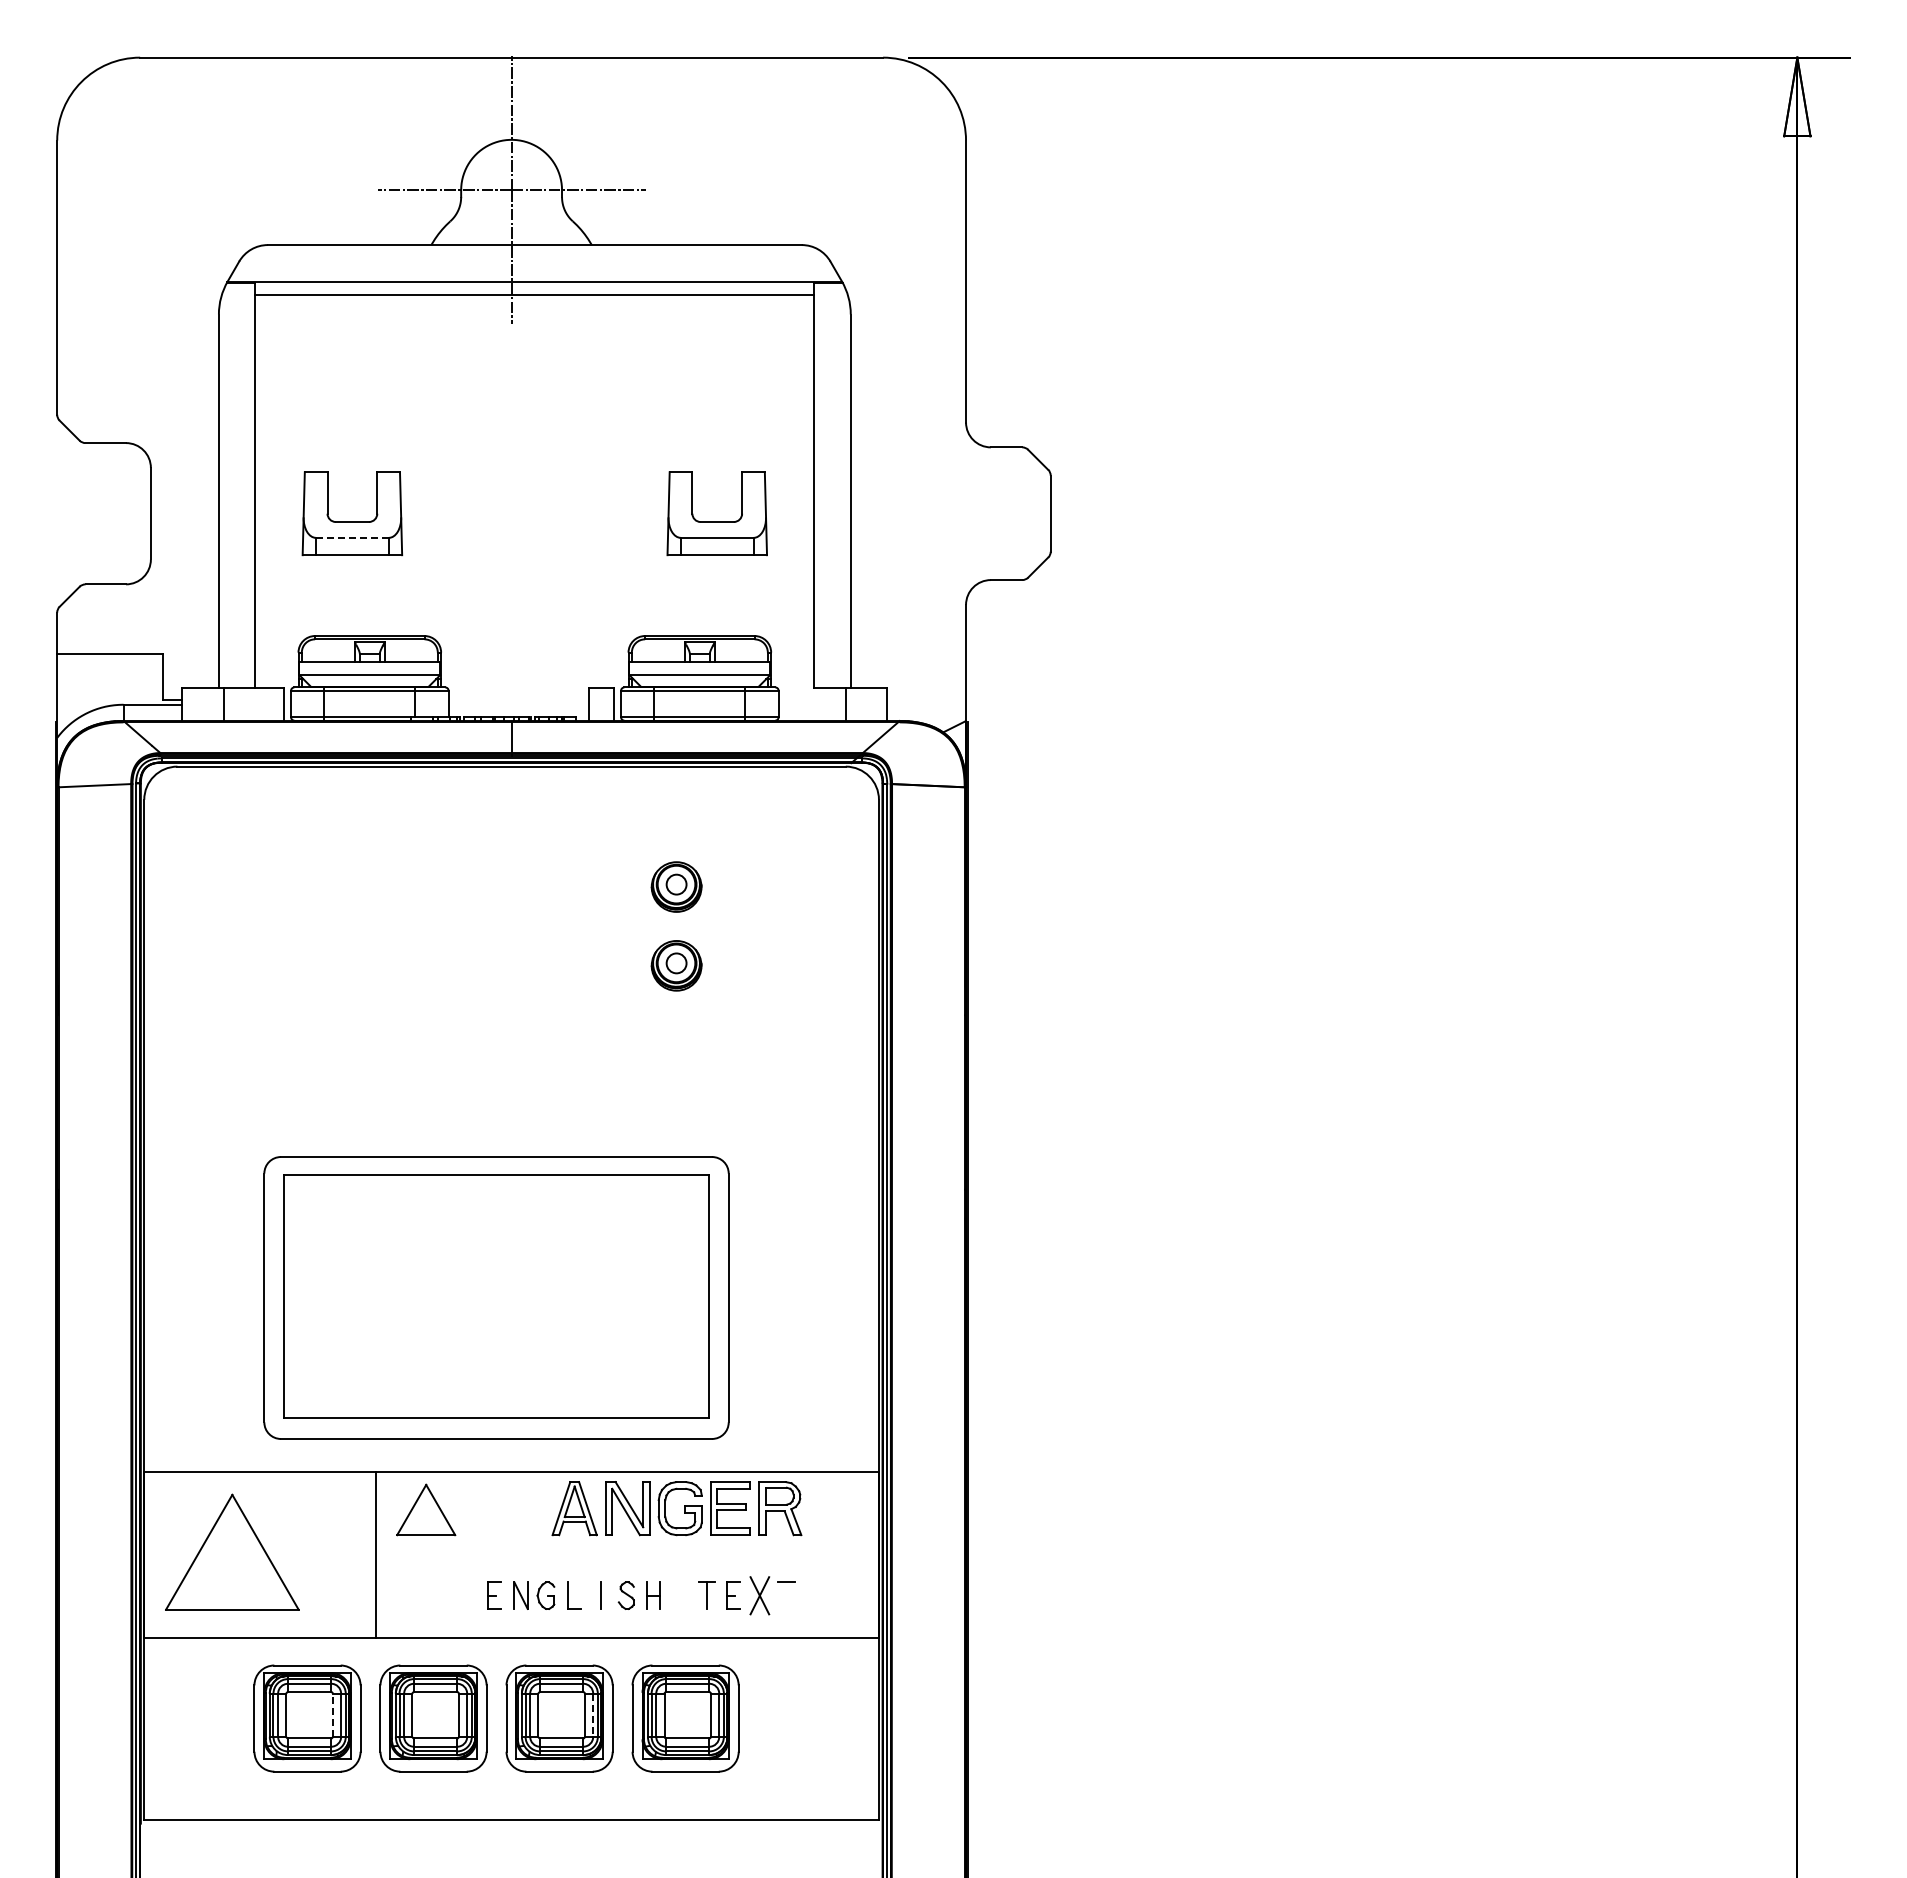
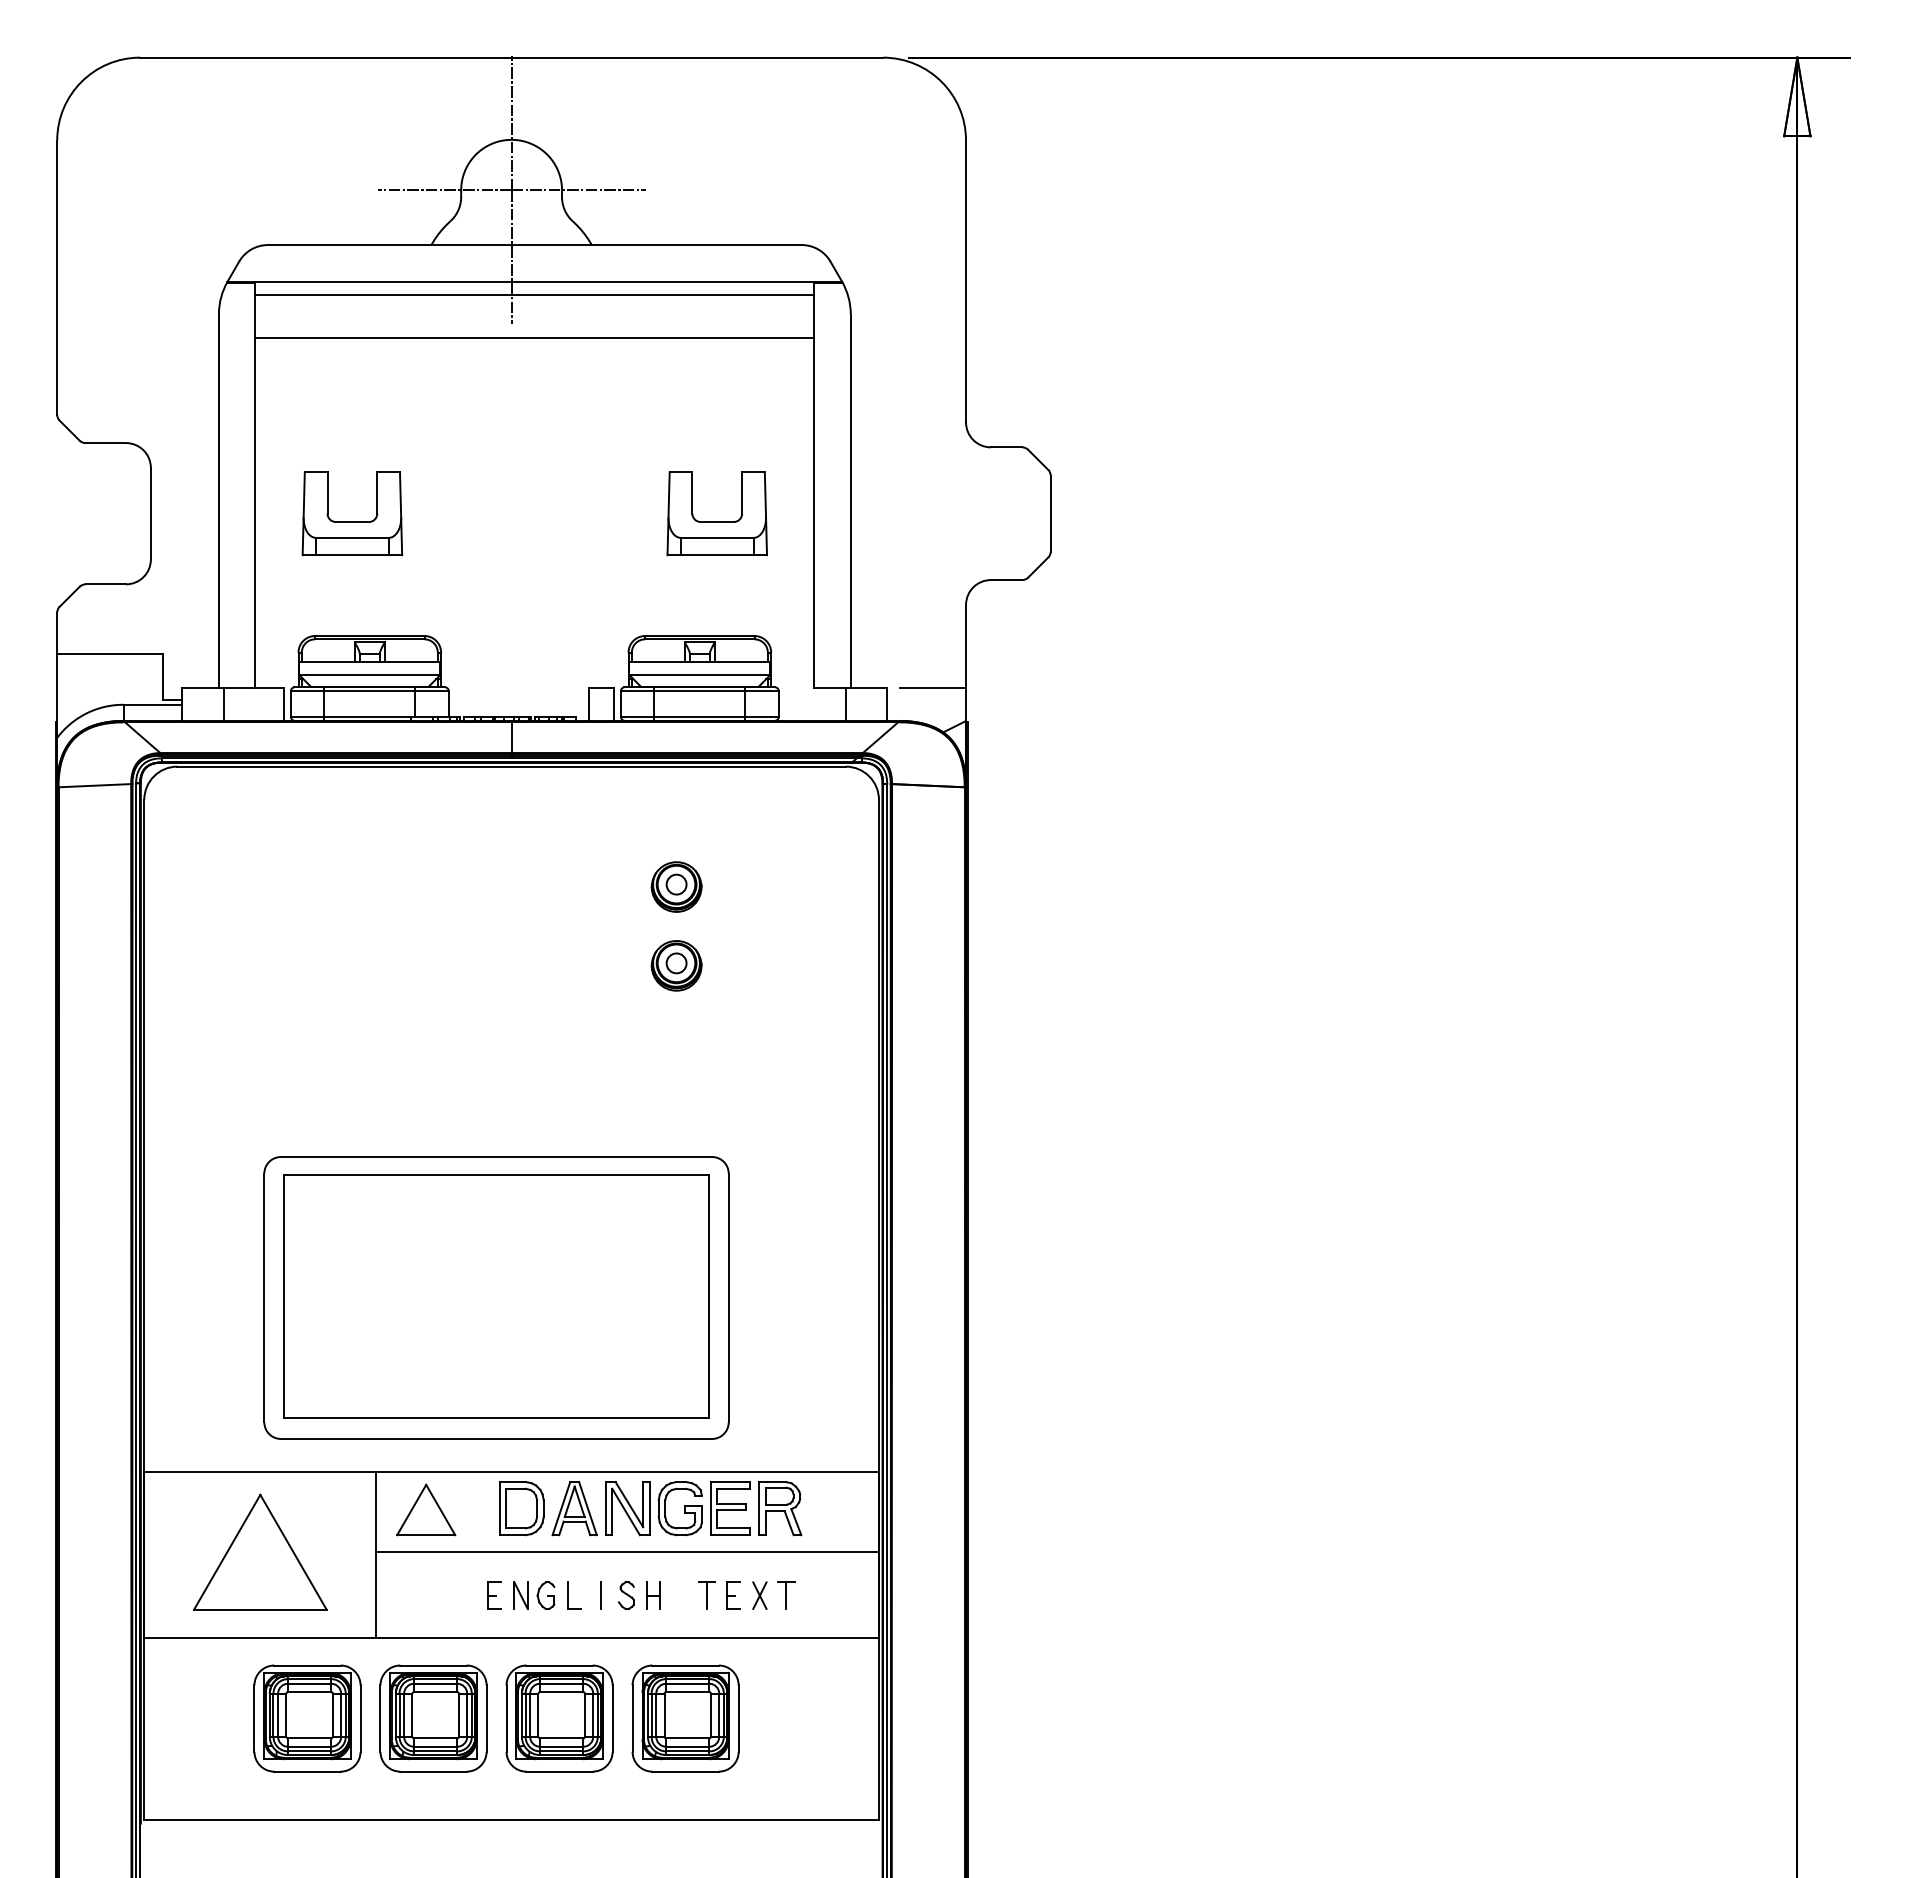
line at (534, 337): none -> present
line at (351, 537): dashed -> solid
line at (932, 687): none -> present
part at (521, 1508): none -> present
part at (232, 1551) position: (232, 1551) -> (260, 1551)
line at (627, 1551): none -> present
part at (759, 1595) size: 22x40 px -> 16x29 px
line at (786, 1595): none -> present
line at (332, 1715): dashed -> solid
line at (593, 1715): dashed -> solid
